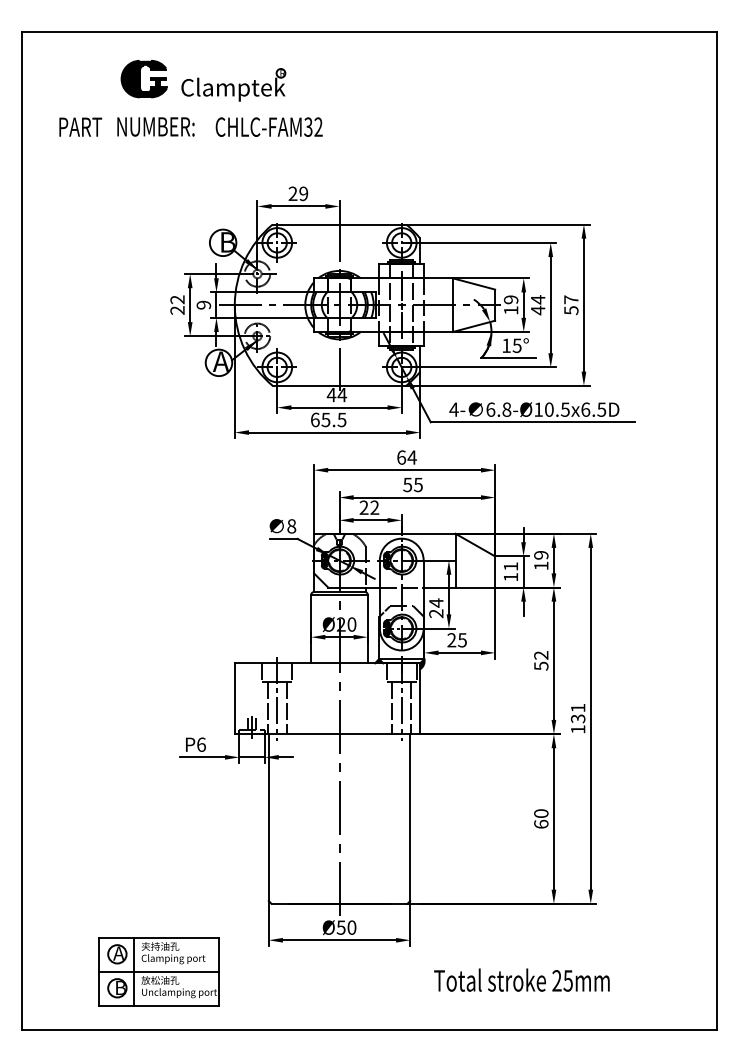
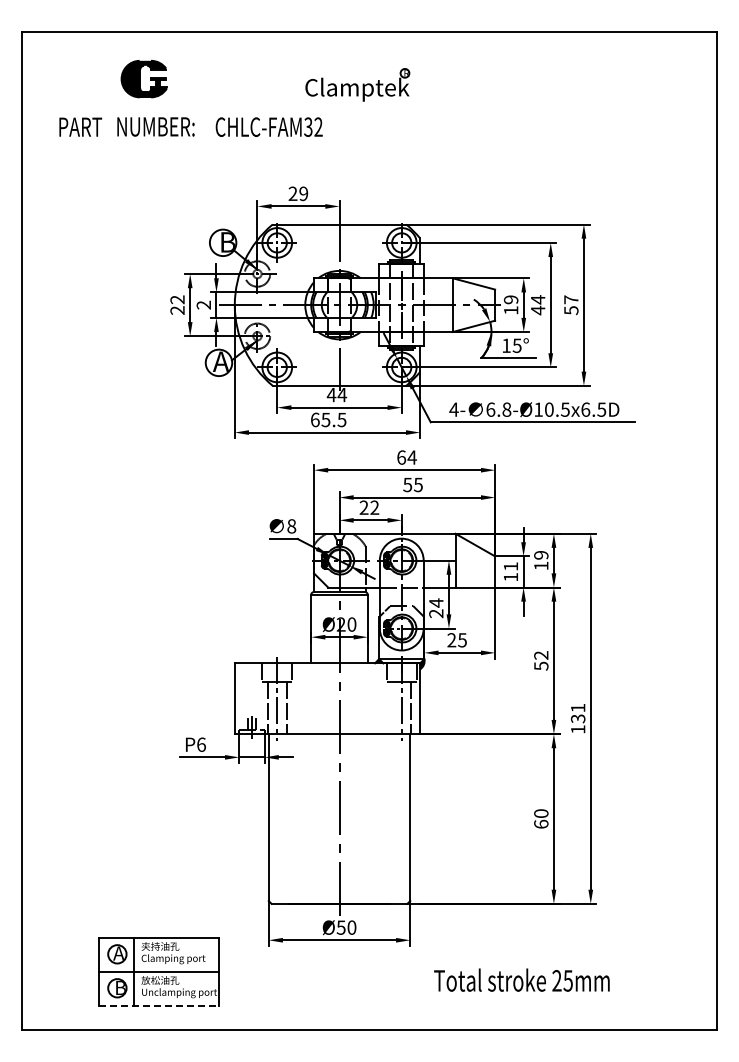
part at (233, 84) position: (233, 84) -> (357, 84)
text at (204, 304): 9 -> 2
line at (392, 707): present -> none
line at (159, 1005): solid -> dashed
